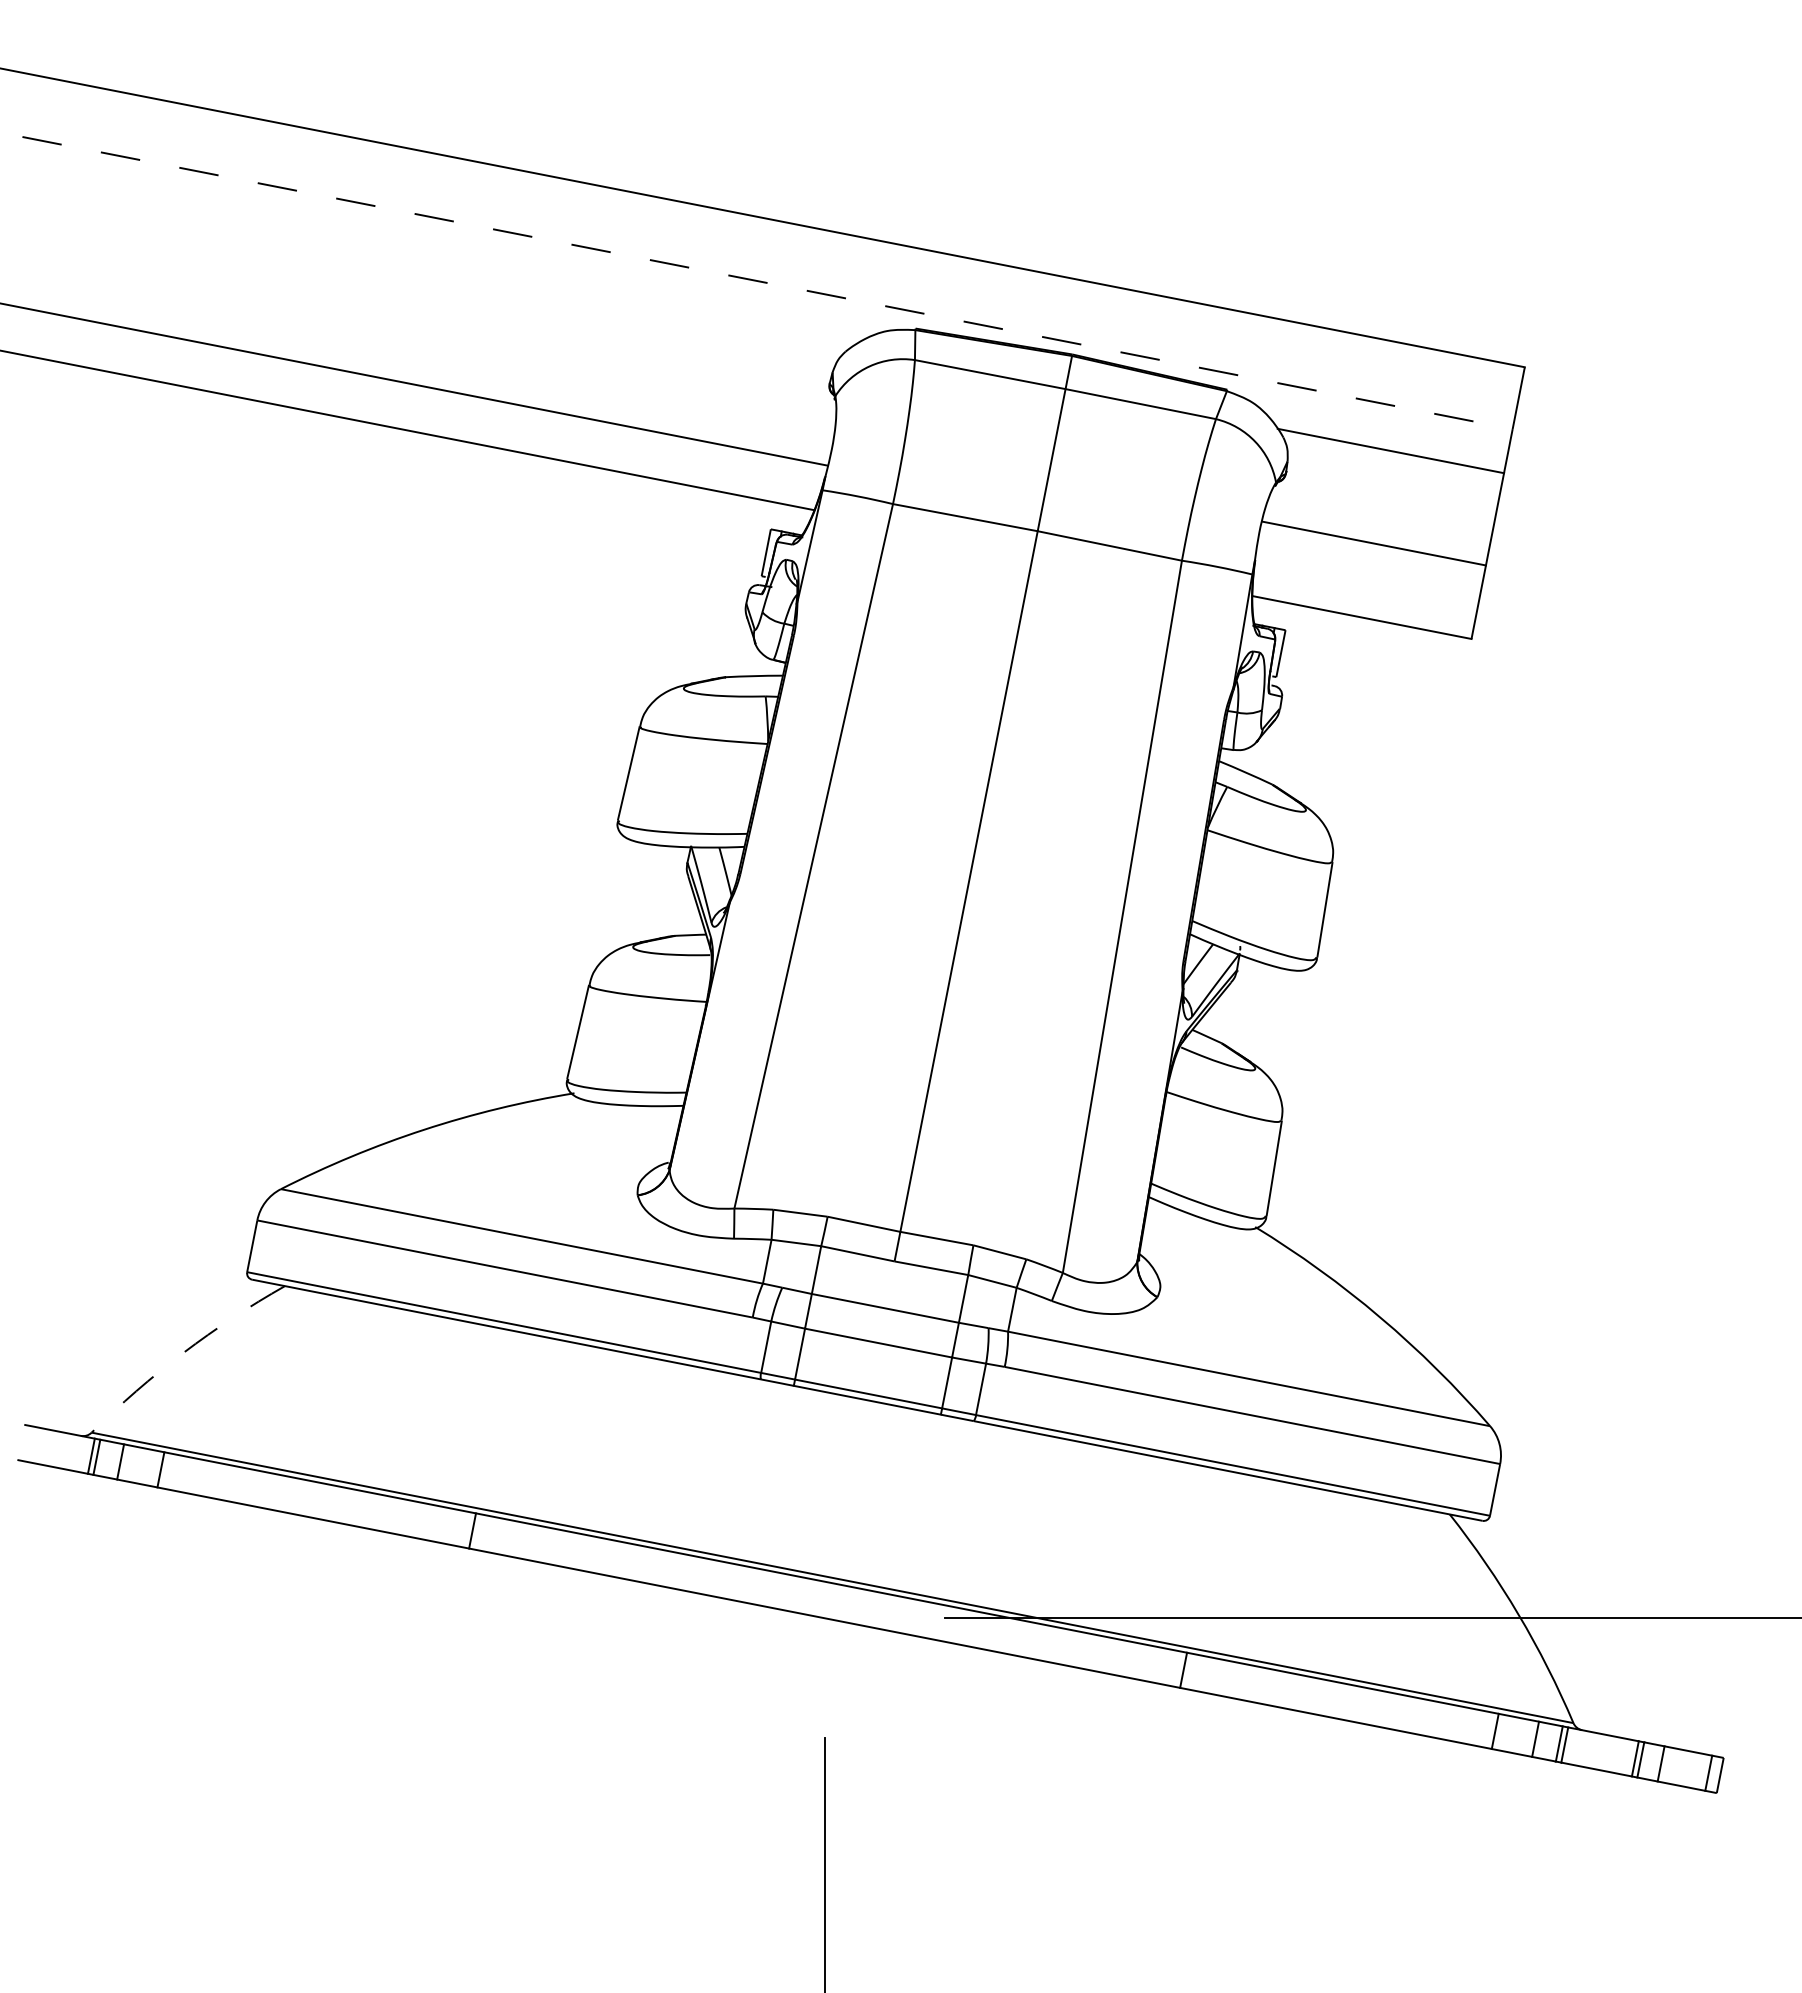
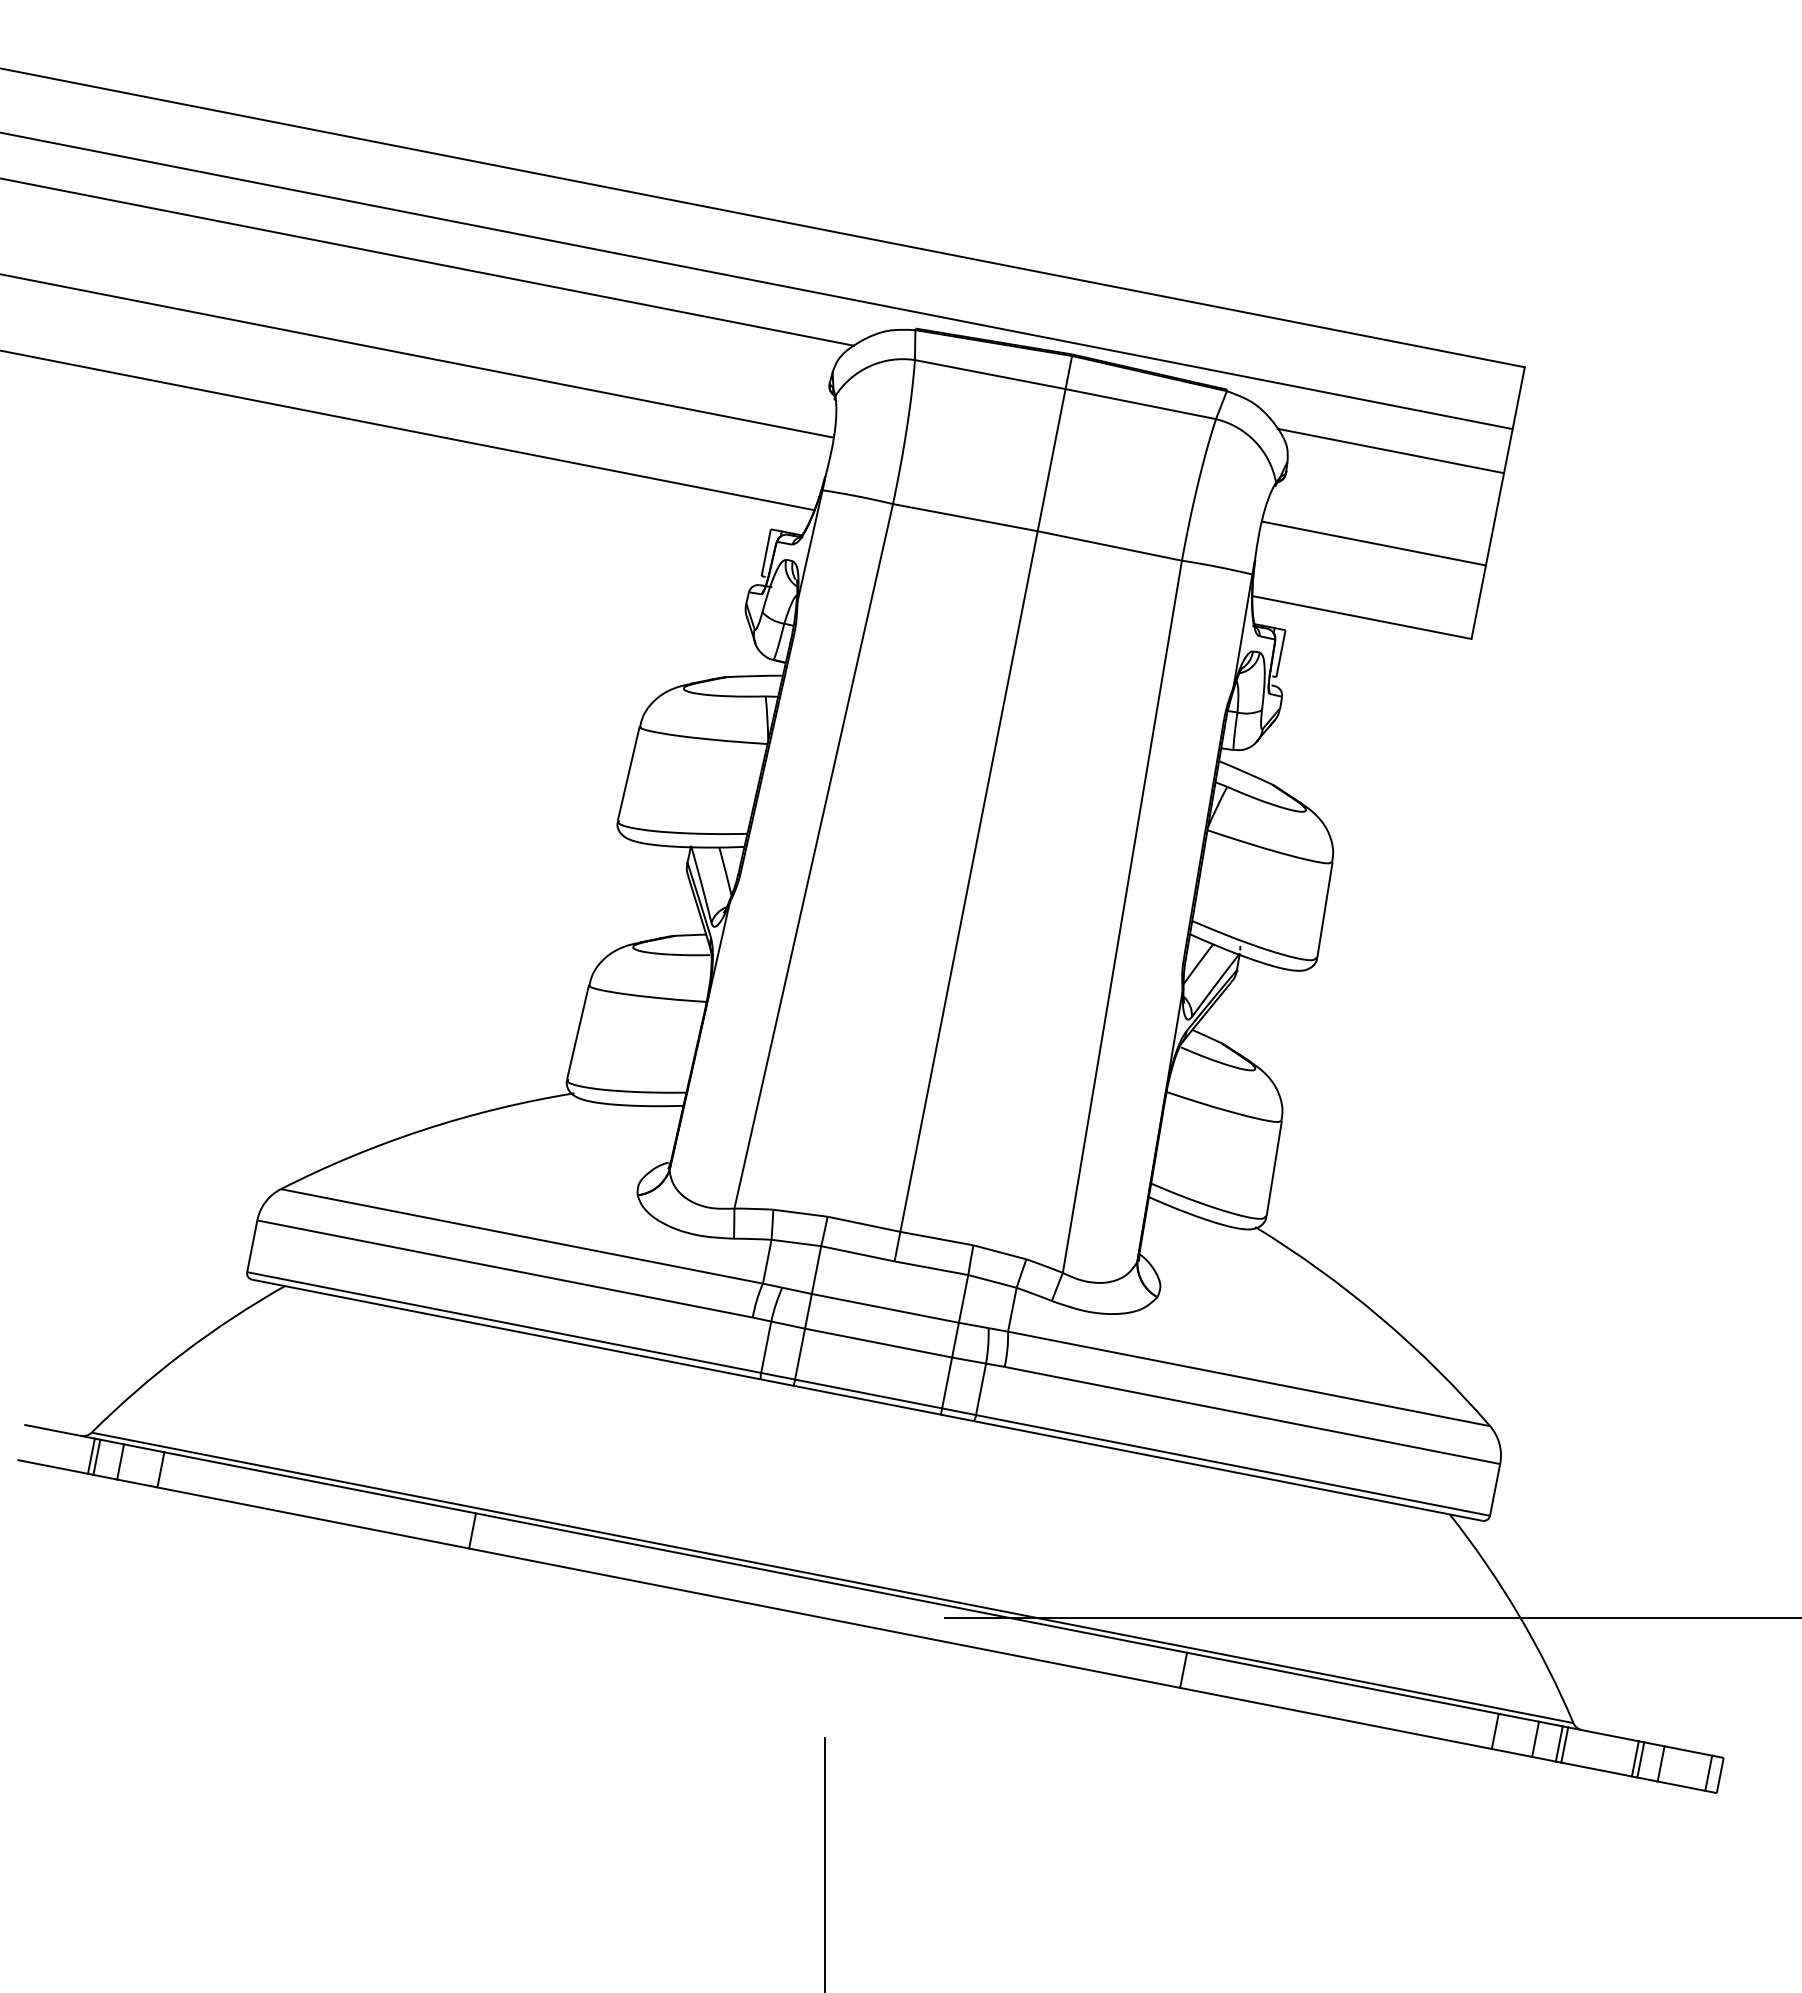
line at (428, 261): none -> present
line at (757, 281): dashed -> solid
line at (414, 384) position: (414, 384) -> (417, 355)
arc at (183, 1352): dashed -> solid
